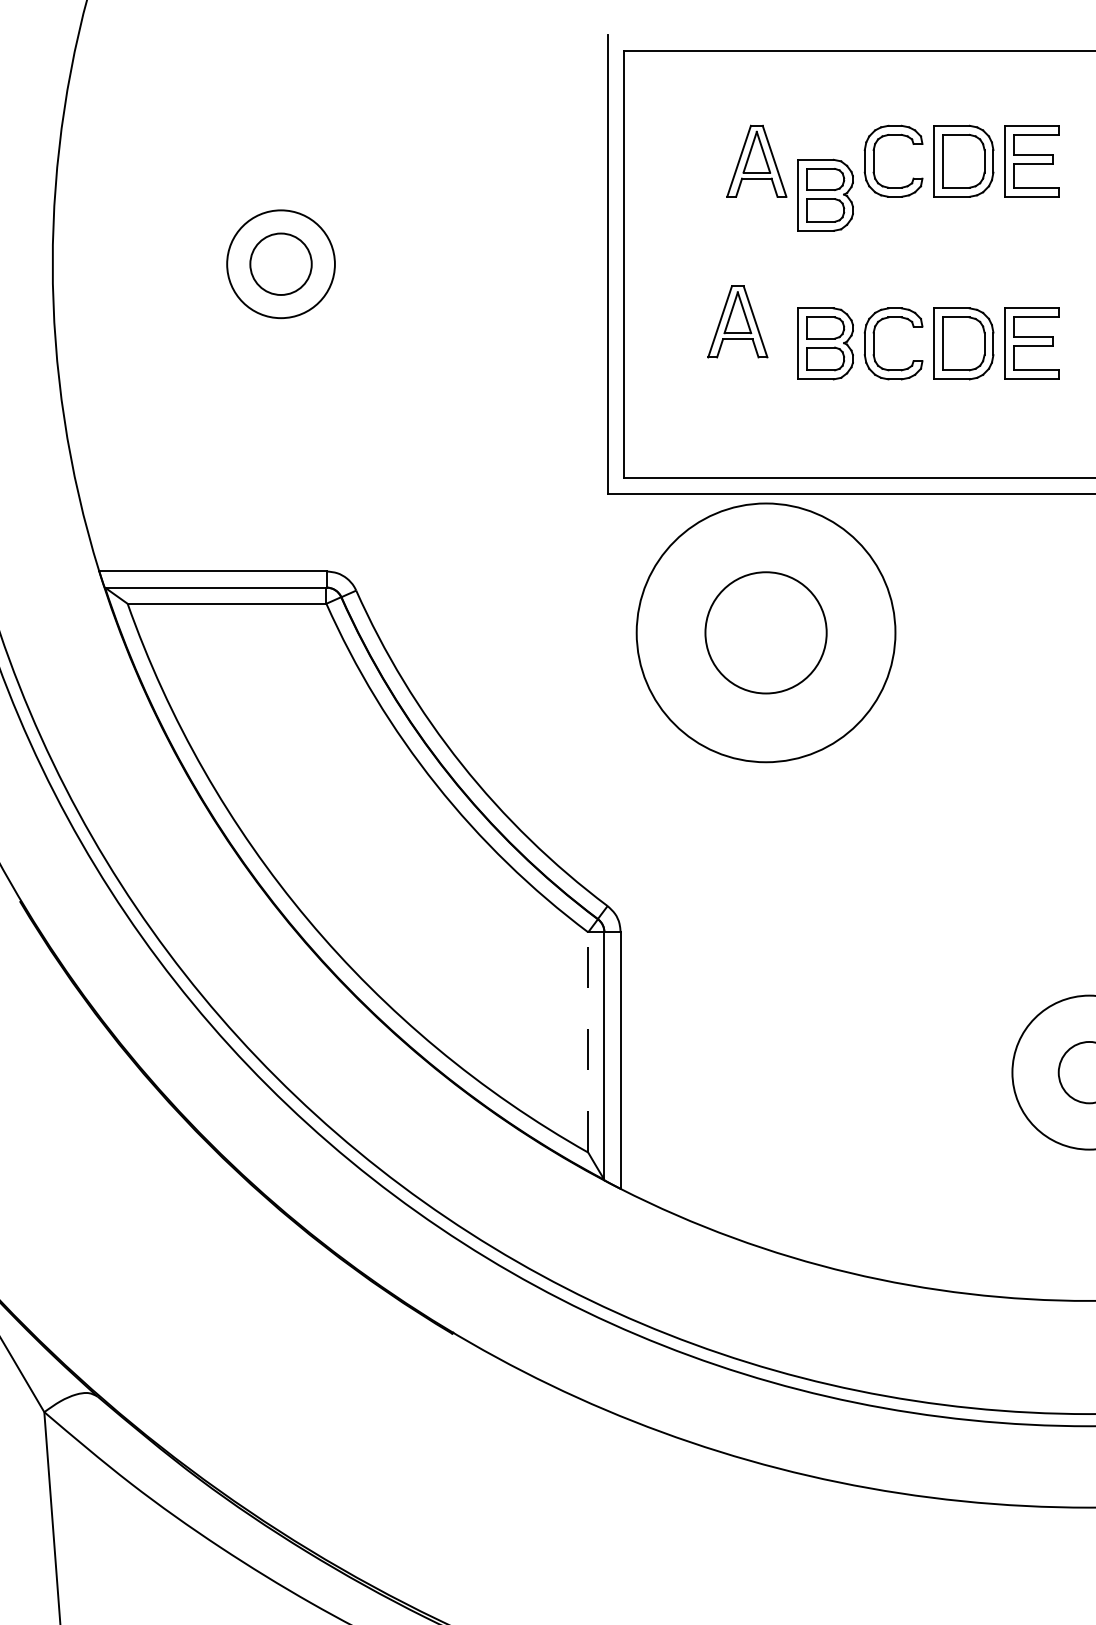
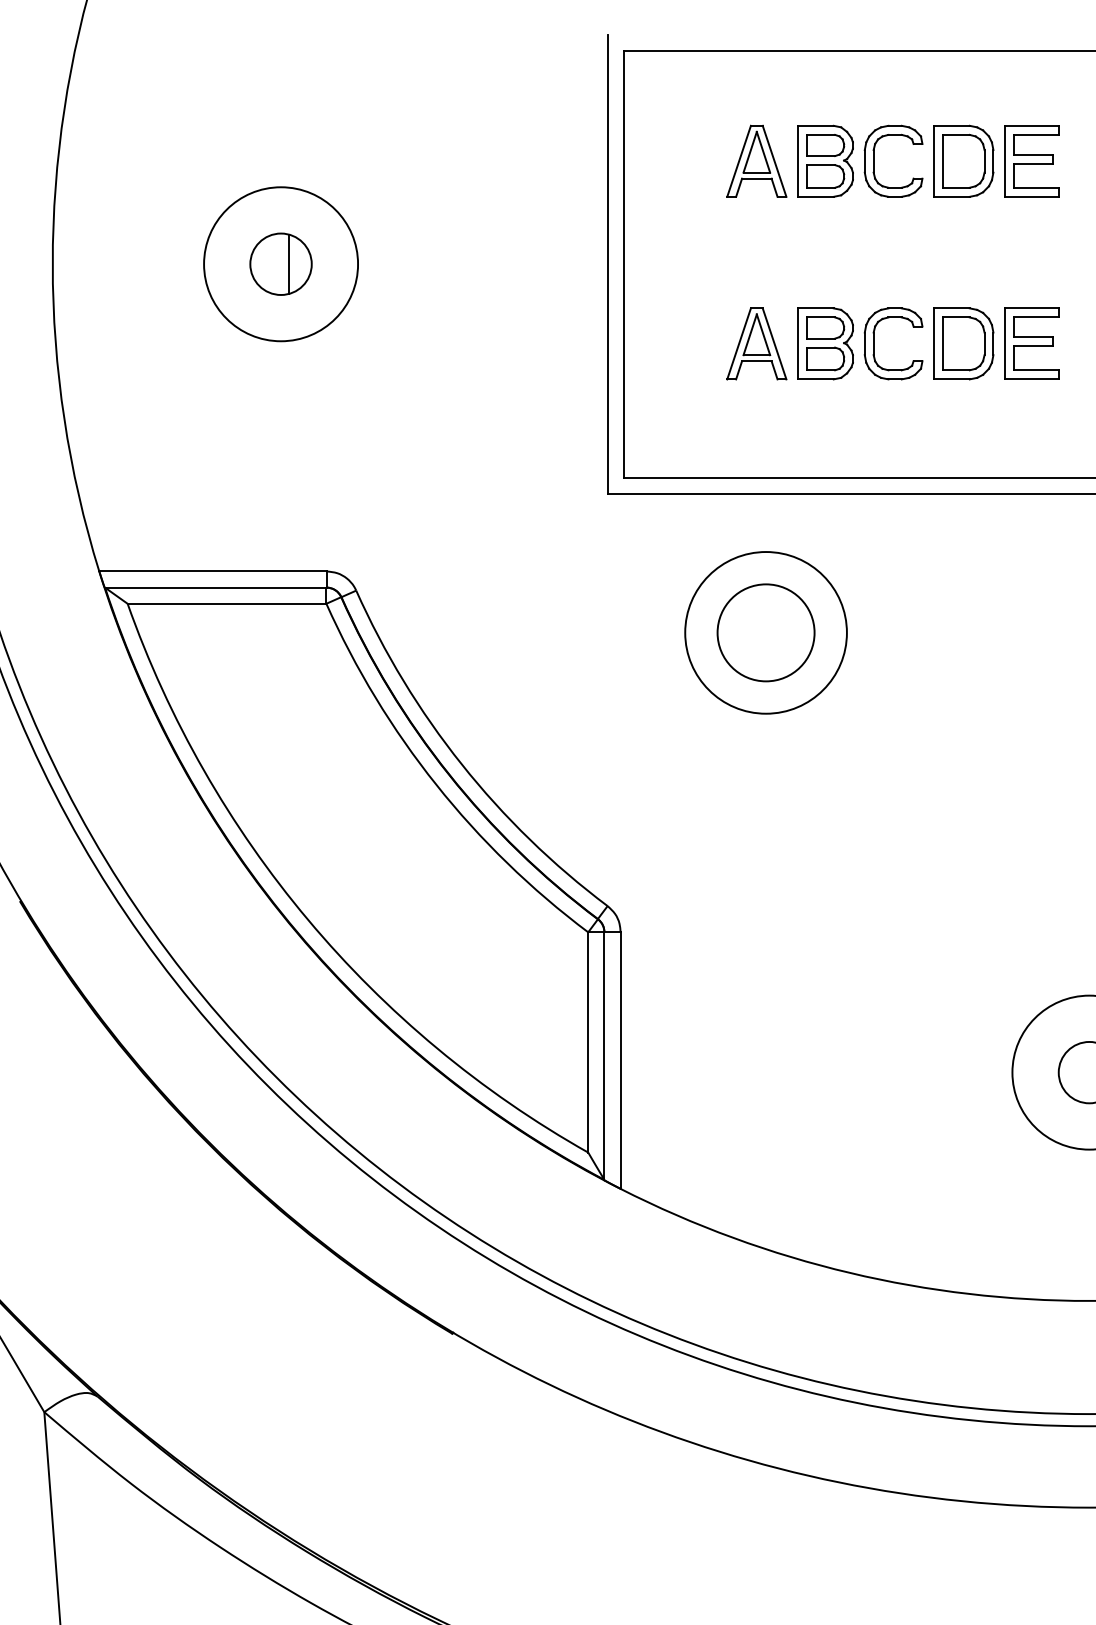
part at (825, 194) position: (825, 194) -> (825, 160)
line at (289, 263): none -> present
circle at (280, 264) diameter: 108 px -> 154 px
part at (737, 321) position: (737, 321) -> (756, 343)
circle at (765, 632) diameter: 121 px -> 97 px
circle at (765, 632) diameter: 259 px -> 162 px
line at (588, 1041): dashed -> solid
